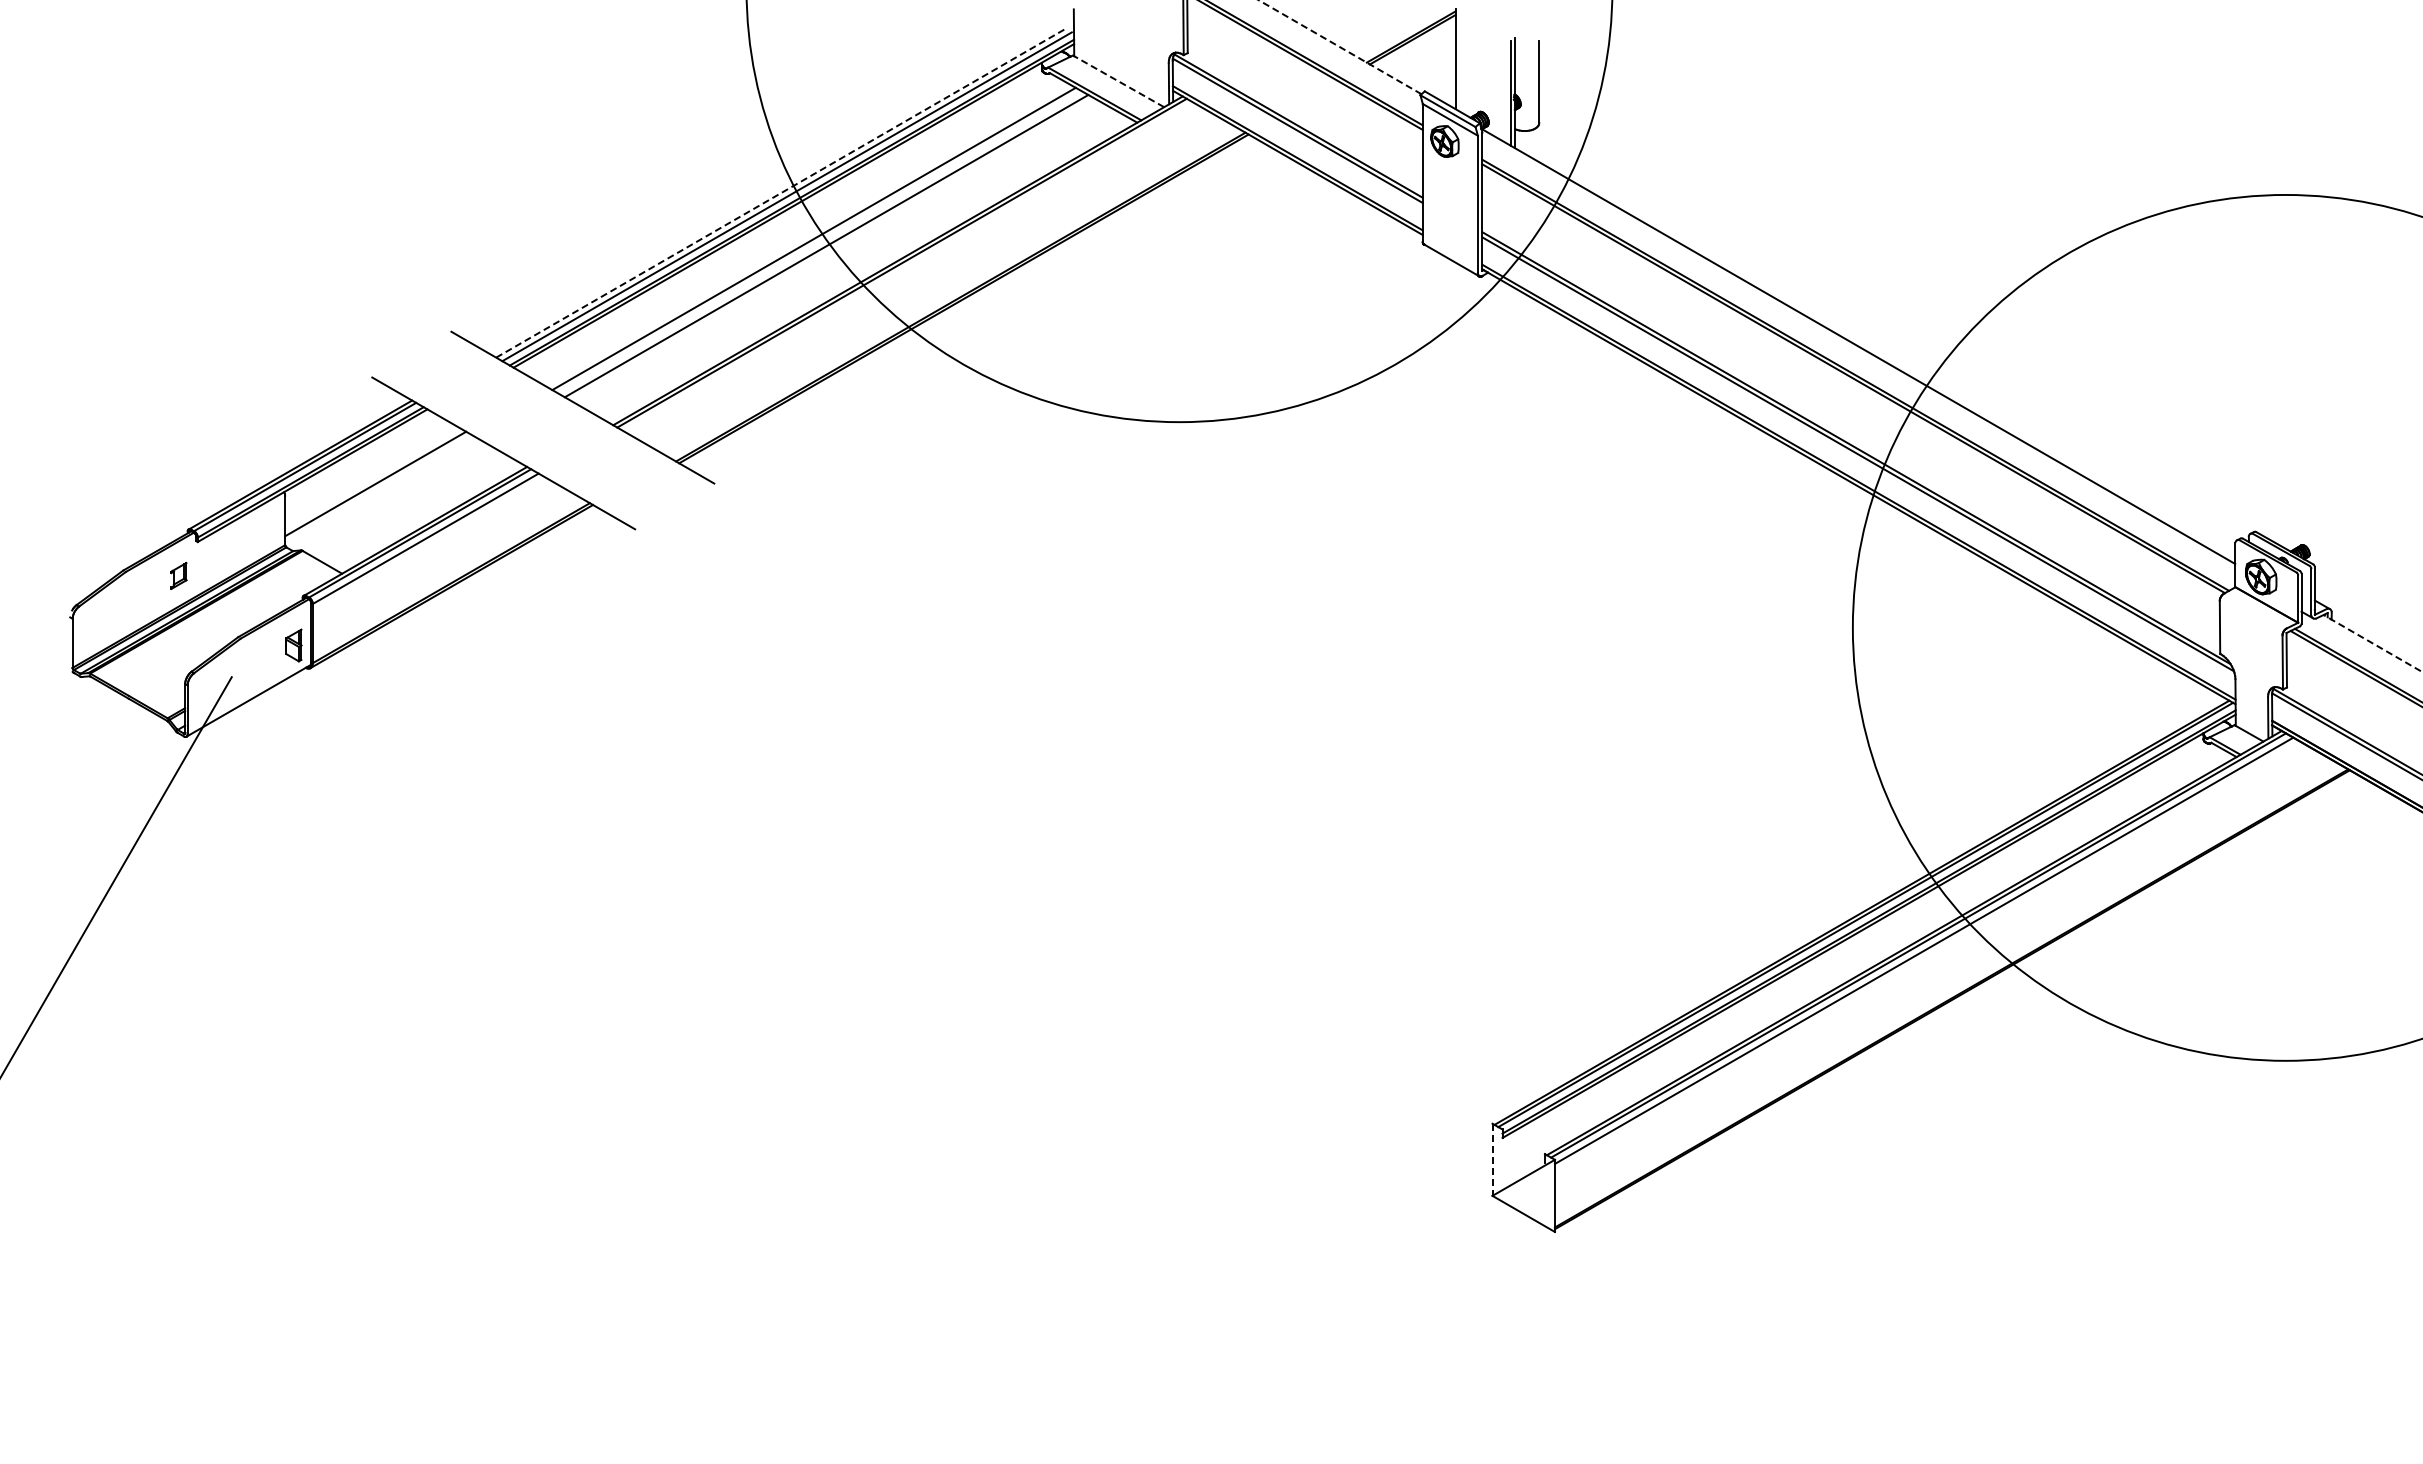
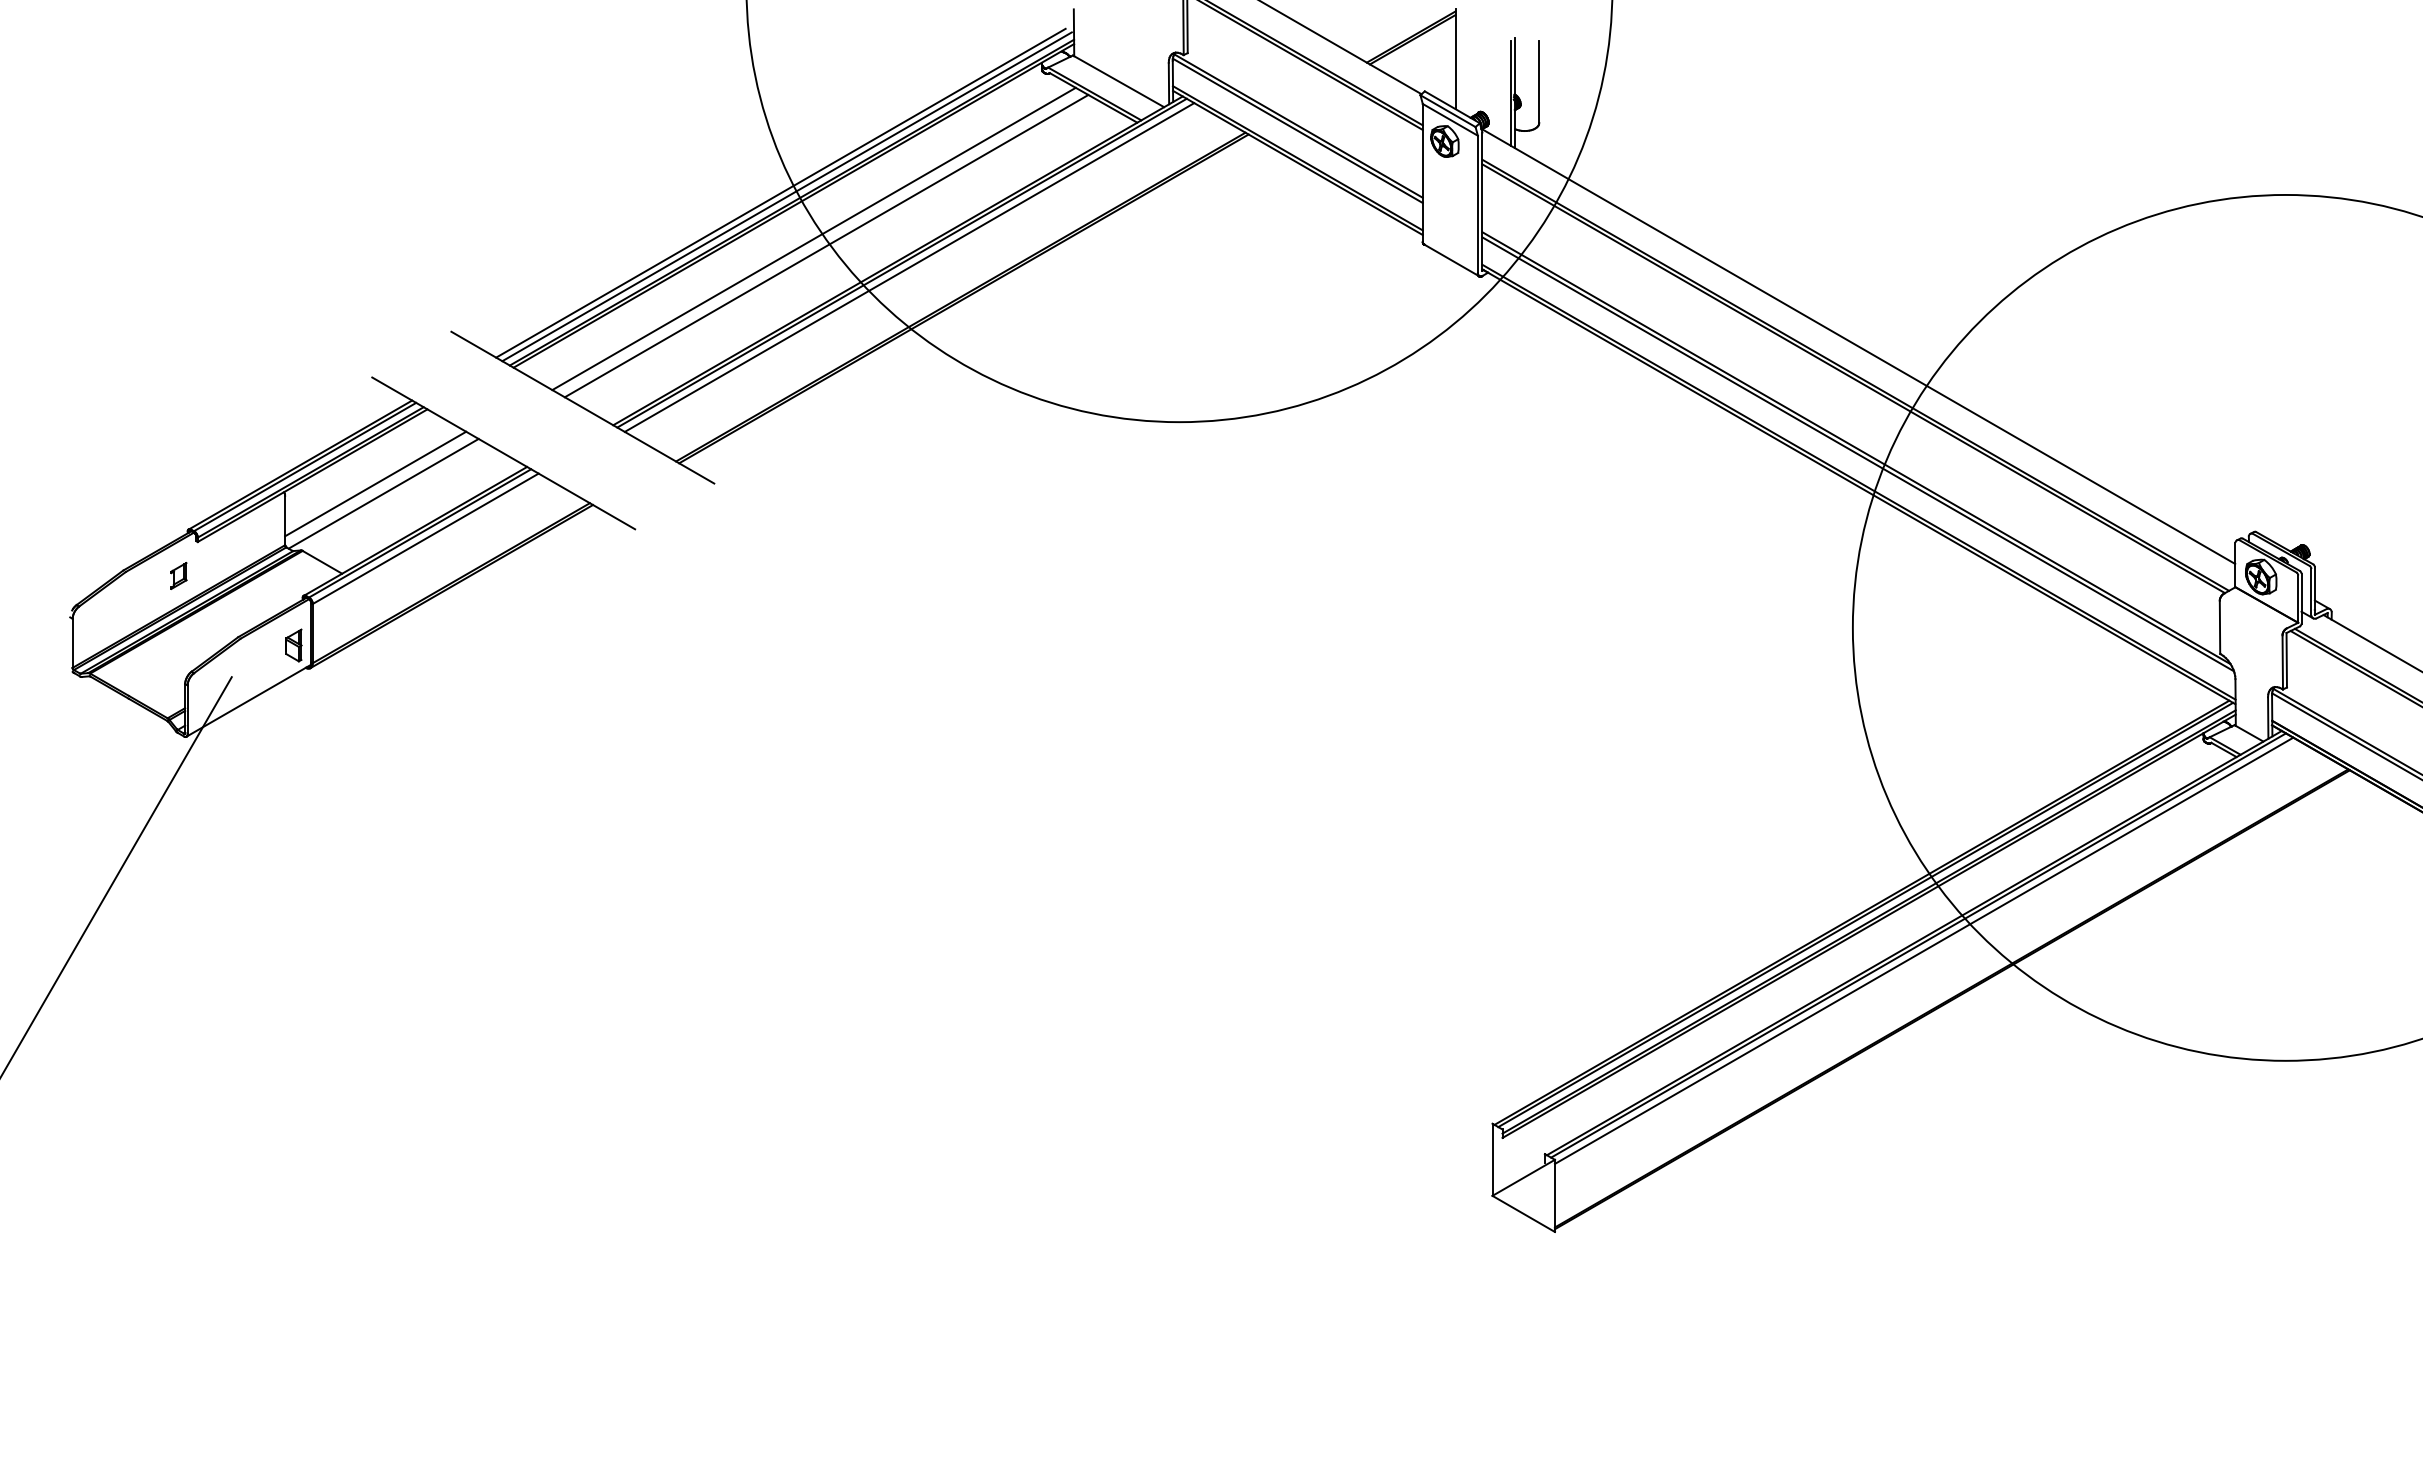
line at (1340, 47): dashed -> solid
line at (1118, 81): dashed -> solid
line at (780, 193): dashed -> solid
line at (909, 267): none -> present
line at (383, 493): none -> present
line at (2372, 643): dashed -> solid
line at (1492, 1160): dashed -> solid
